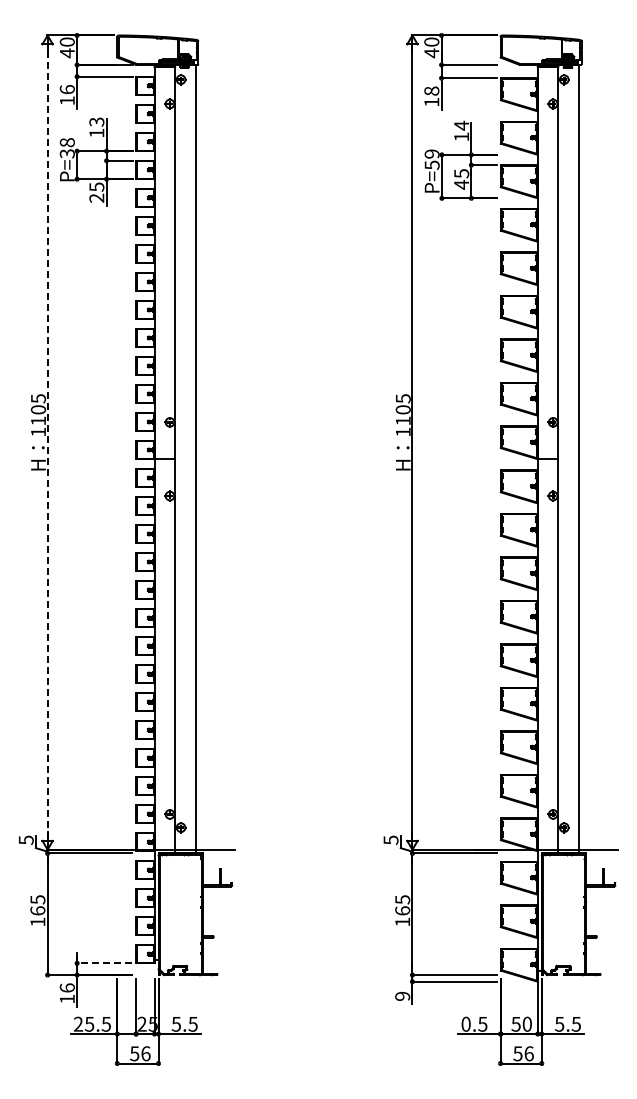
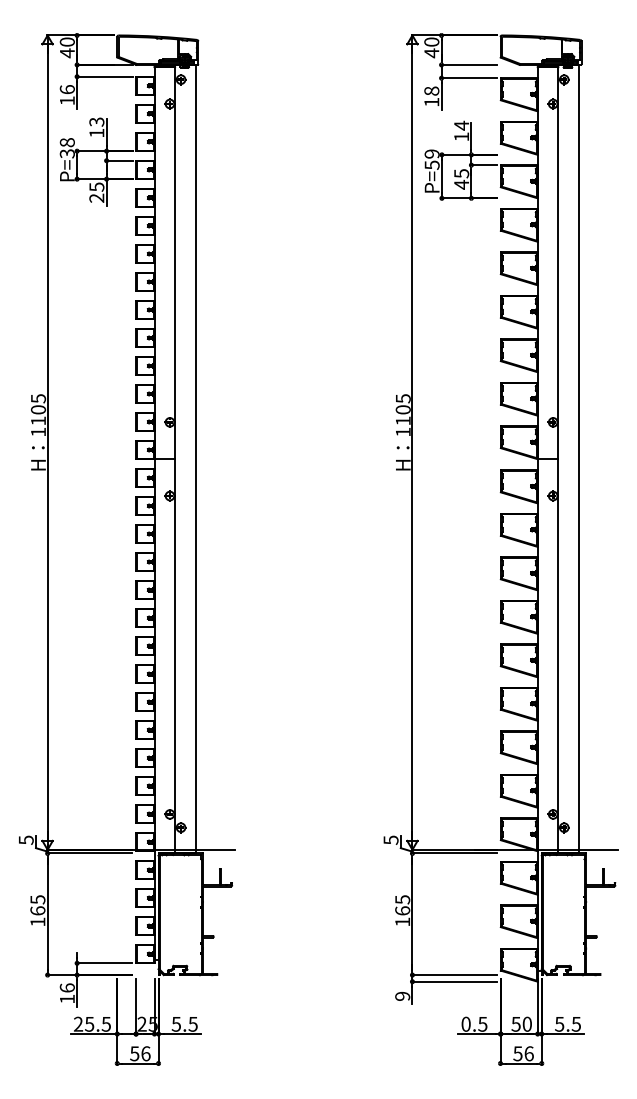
line at (47, 442): dashed -> solid
line at (103, 963): dashed -> solid
